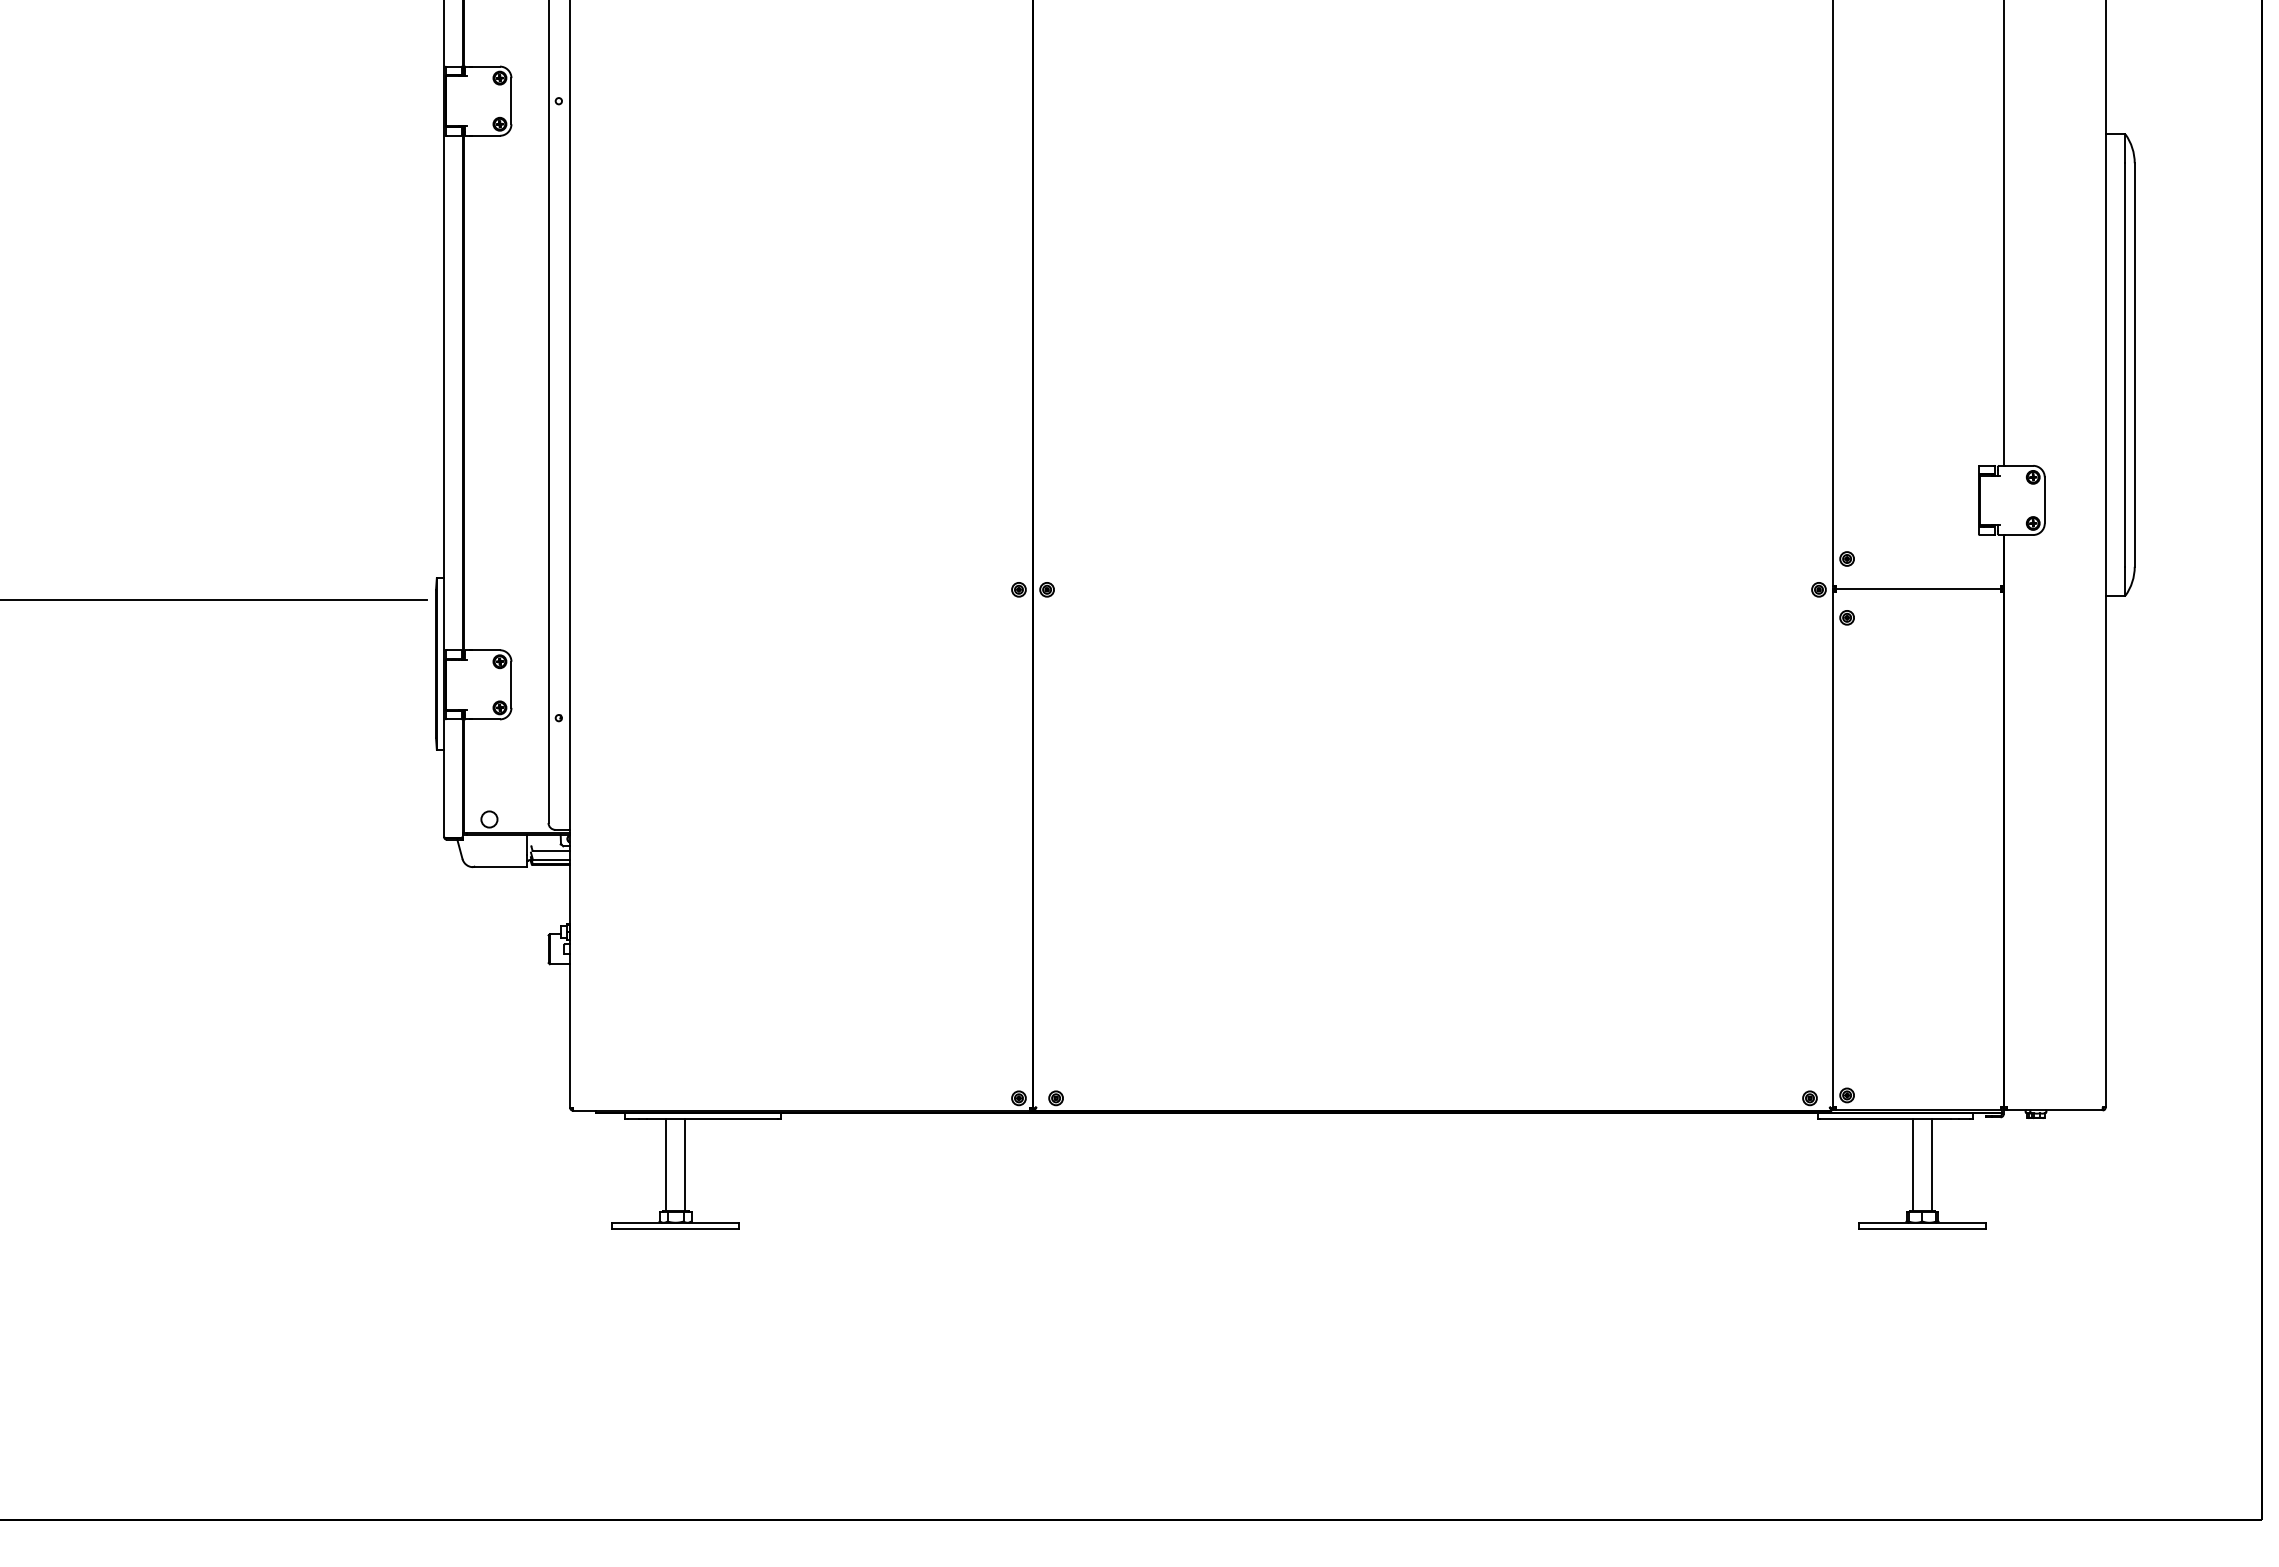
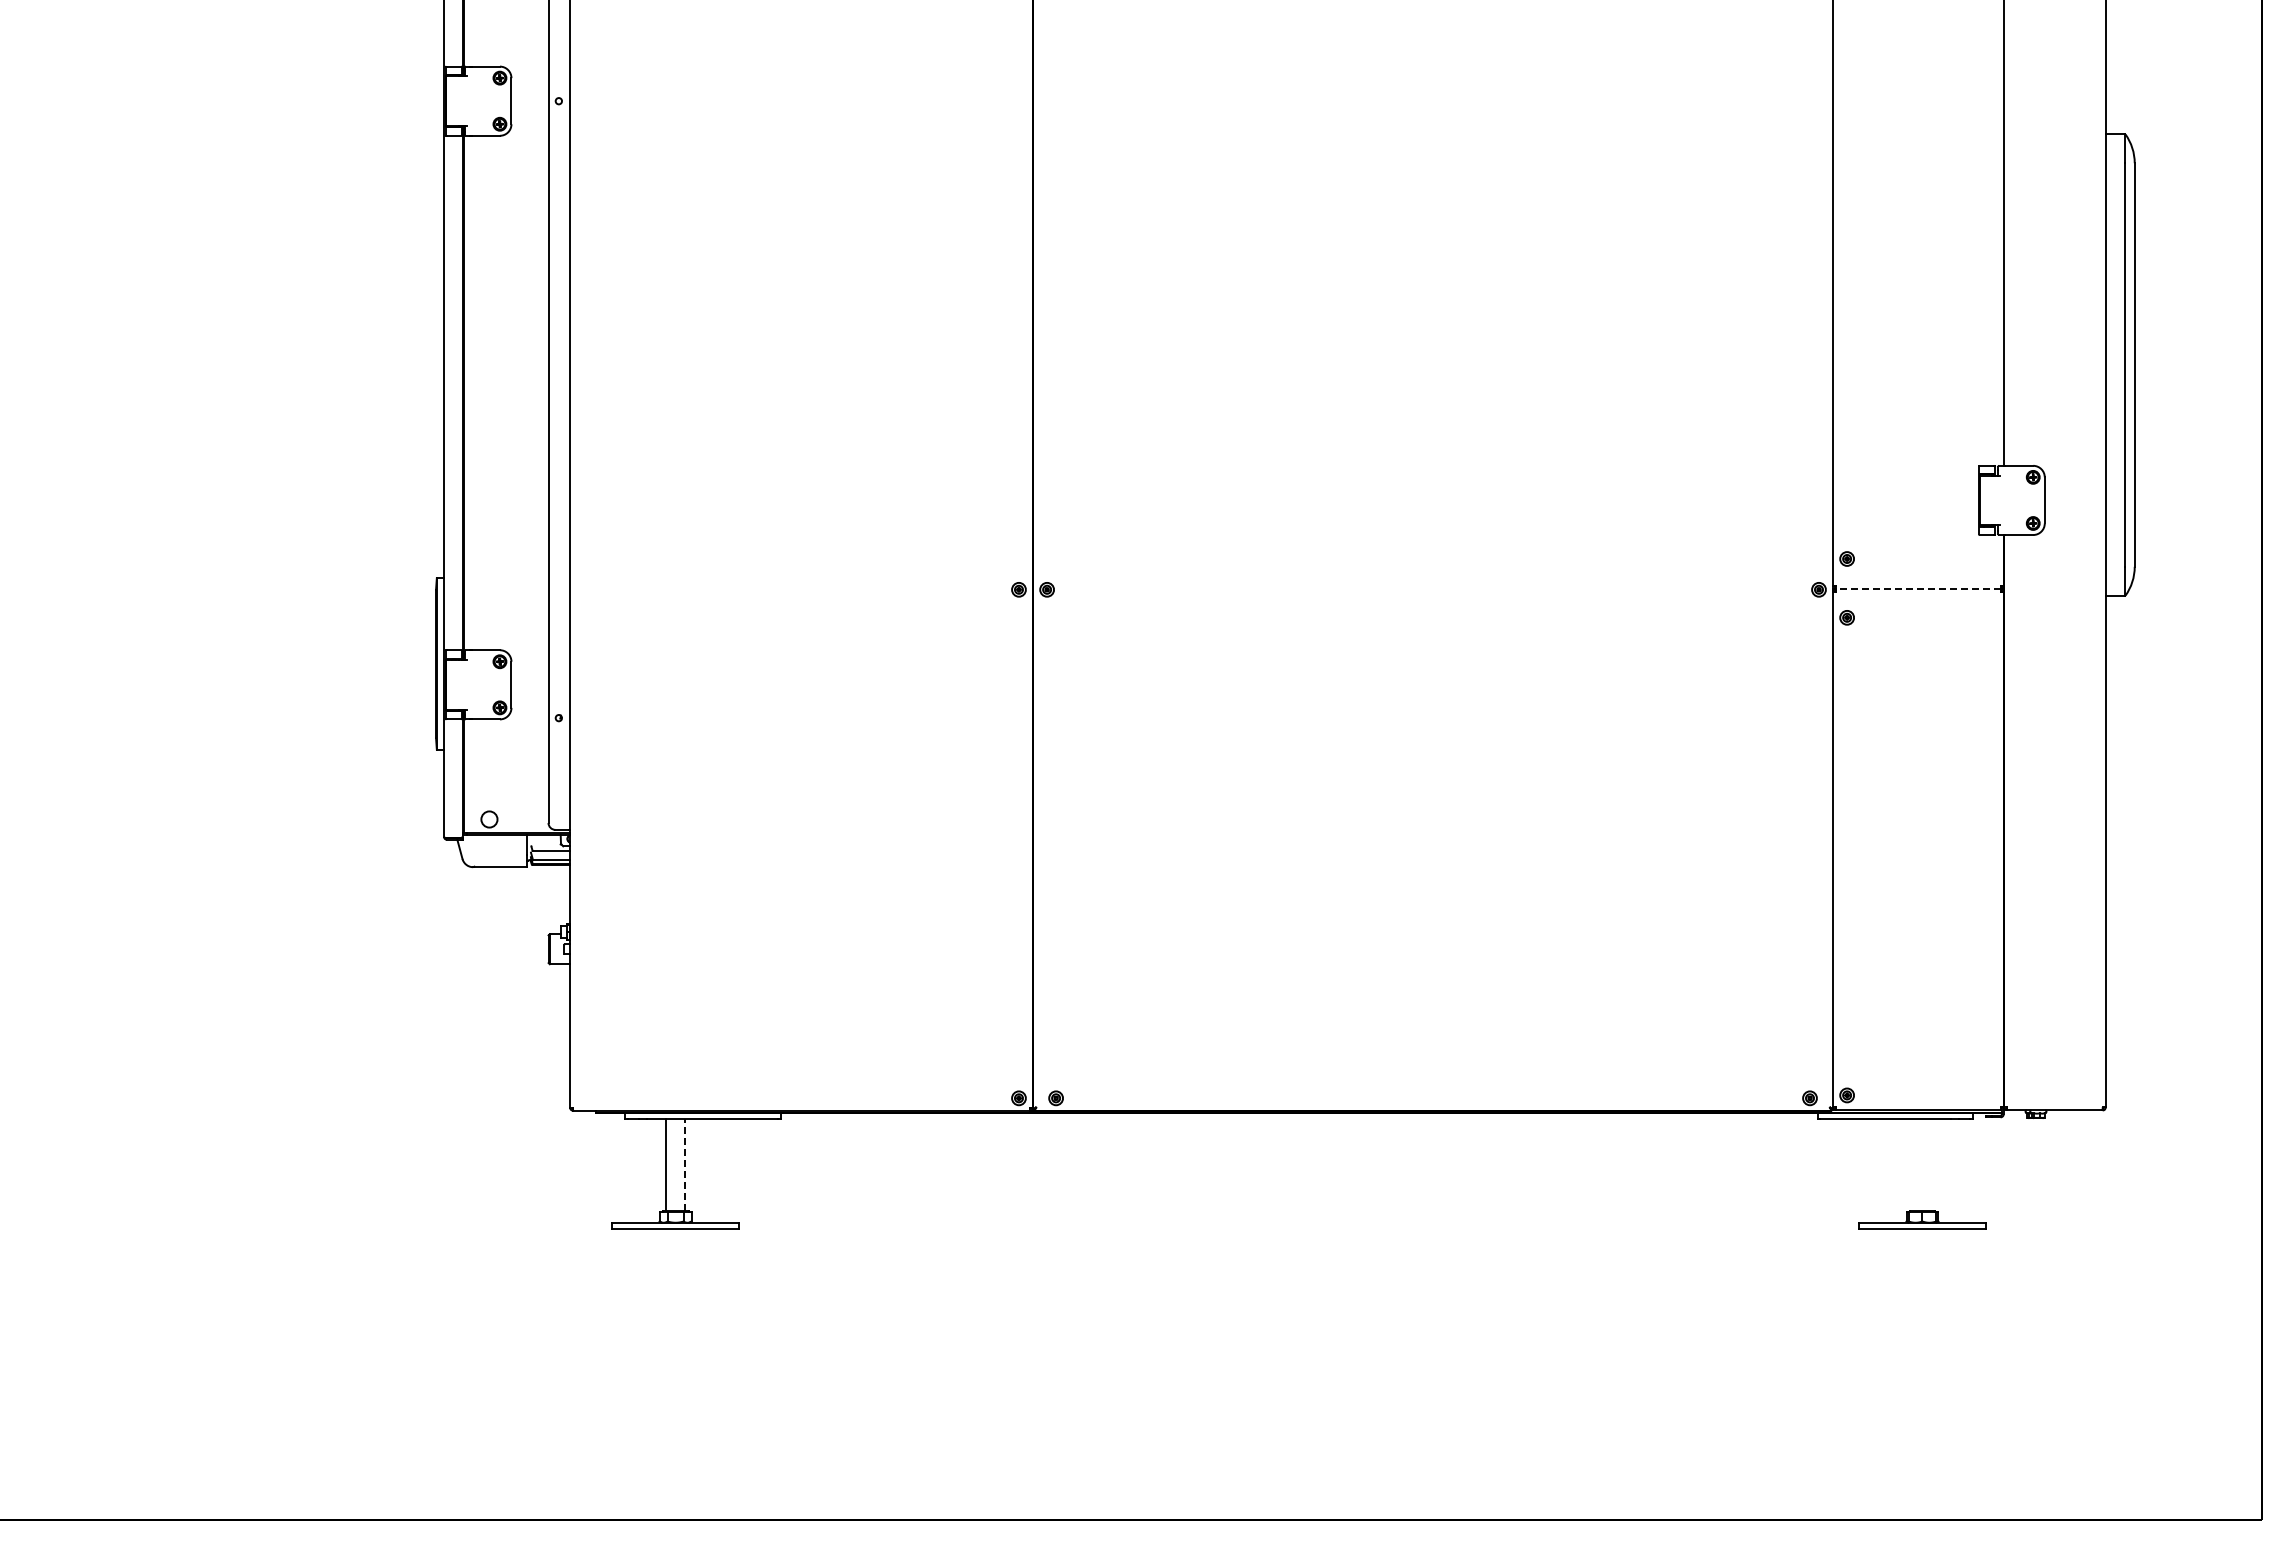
line at (1917, 589): solid -> dashed
line at (214, 599): present -> none
line at (684, 1164): solid -> dashed
line at (1913, 1164): present -> none
line at (1931, 1164): present -> none
